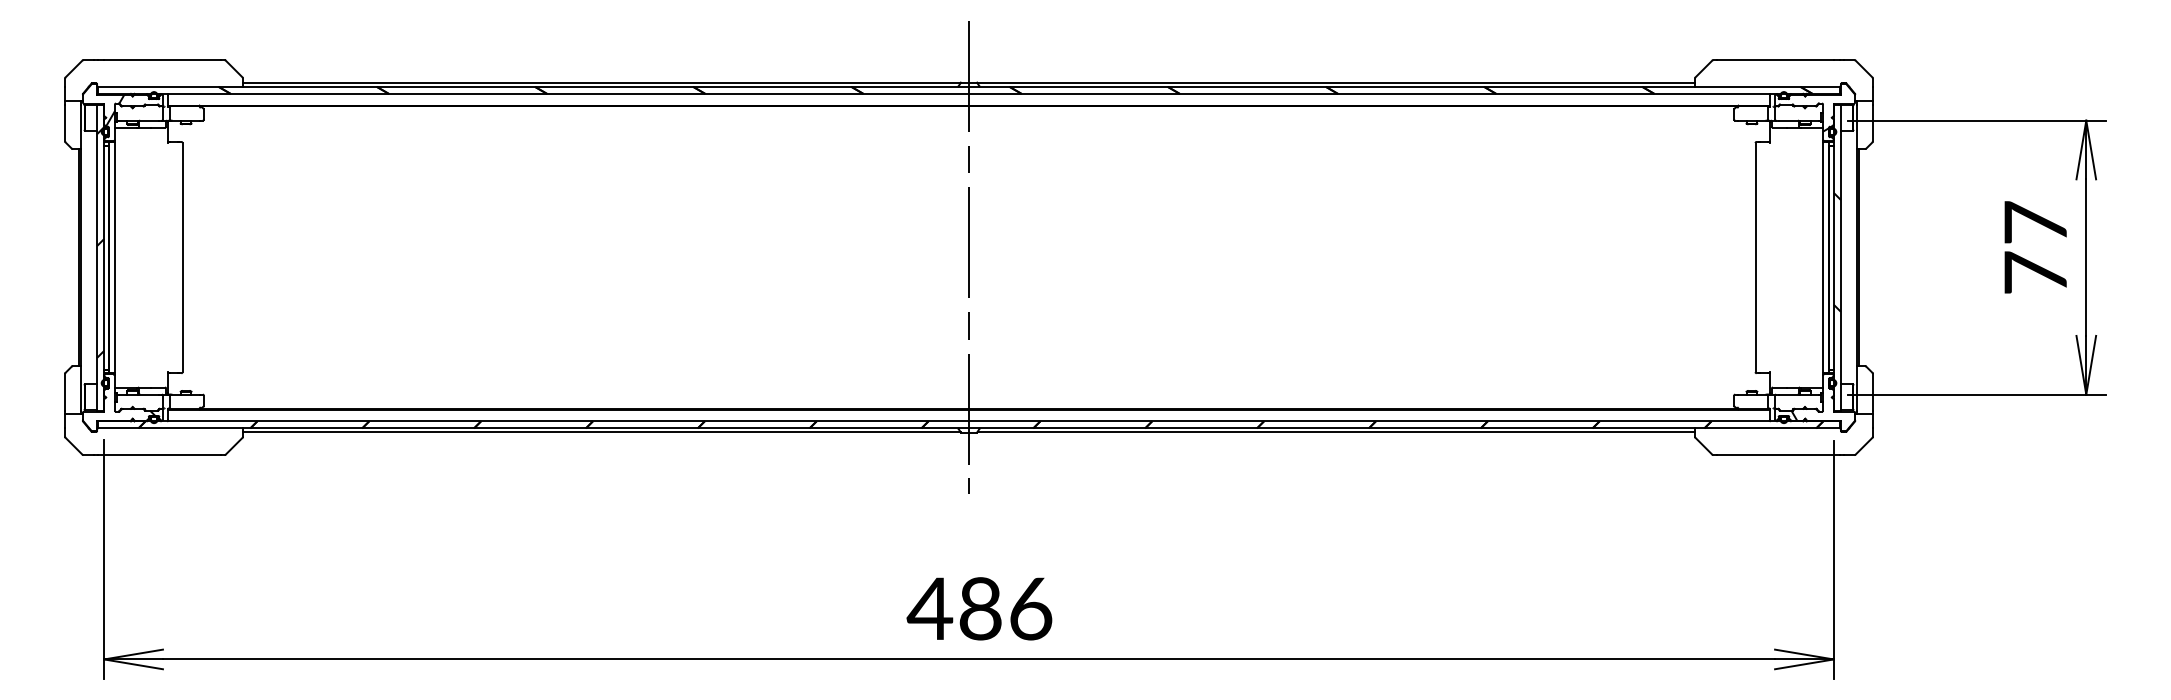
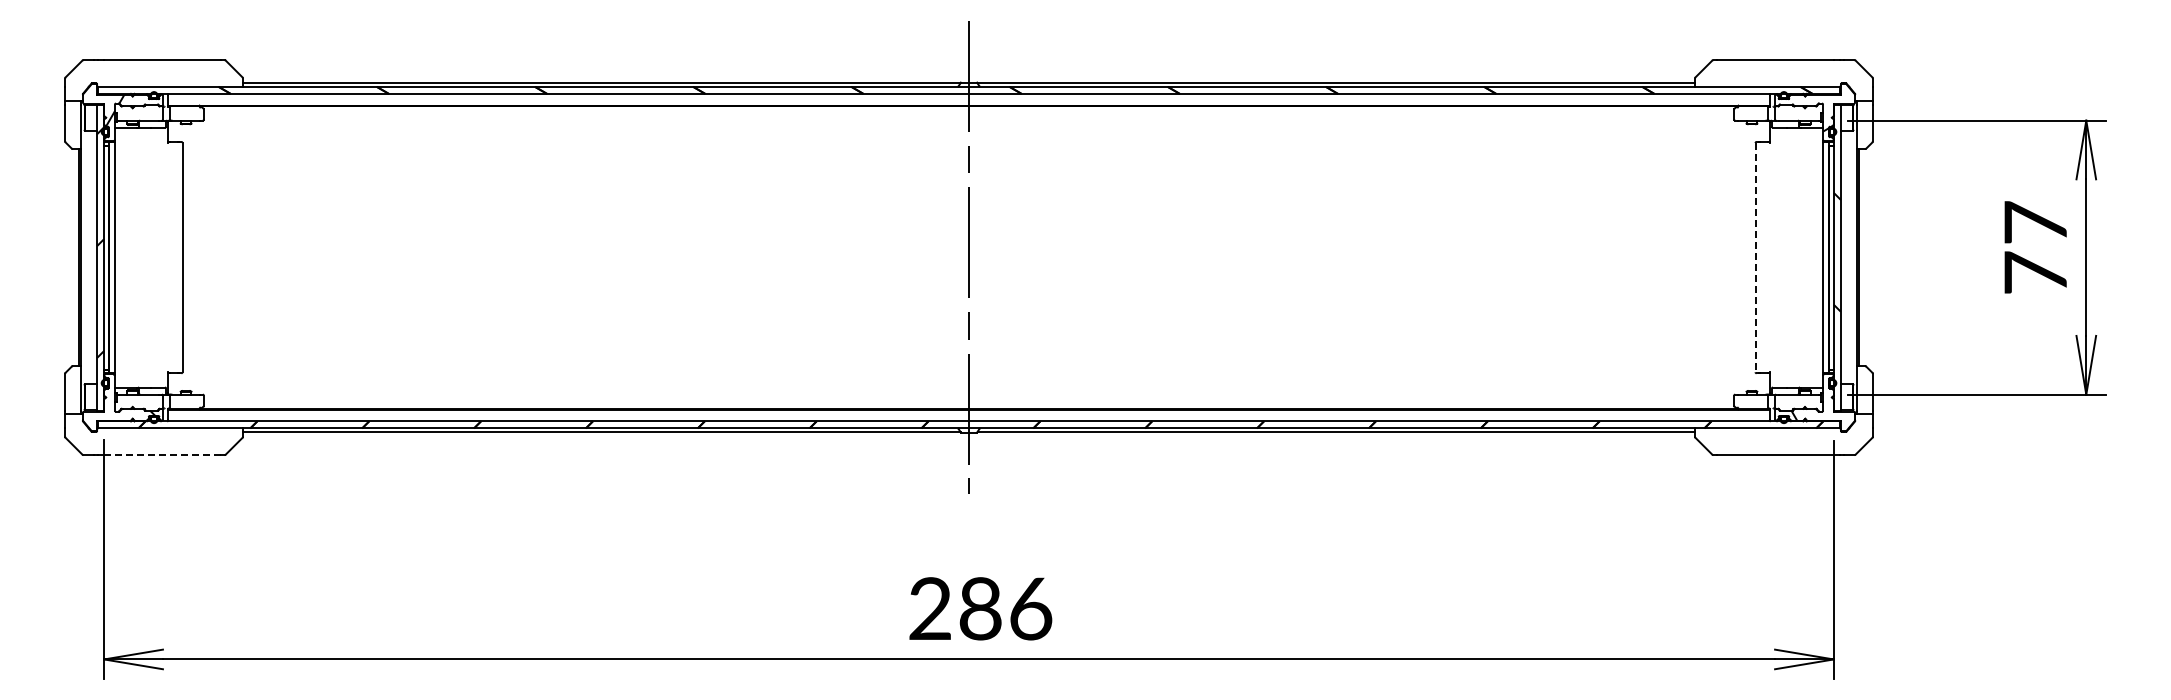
line at (1755, 257): solid -> dashed
line at (162, 455): solid -> dashed
text at (929, 608): 486 -> 286
